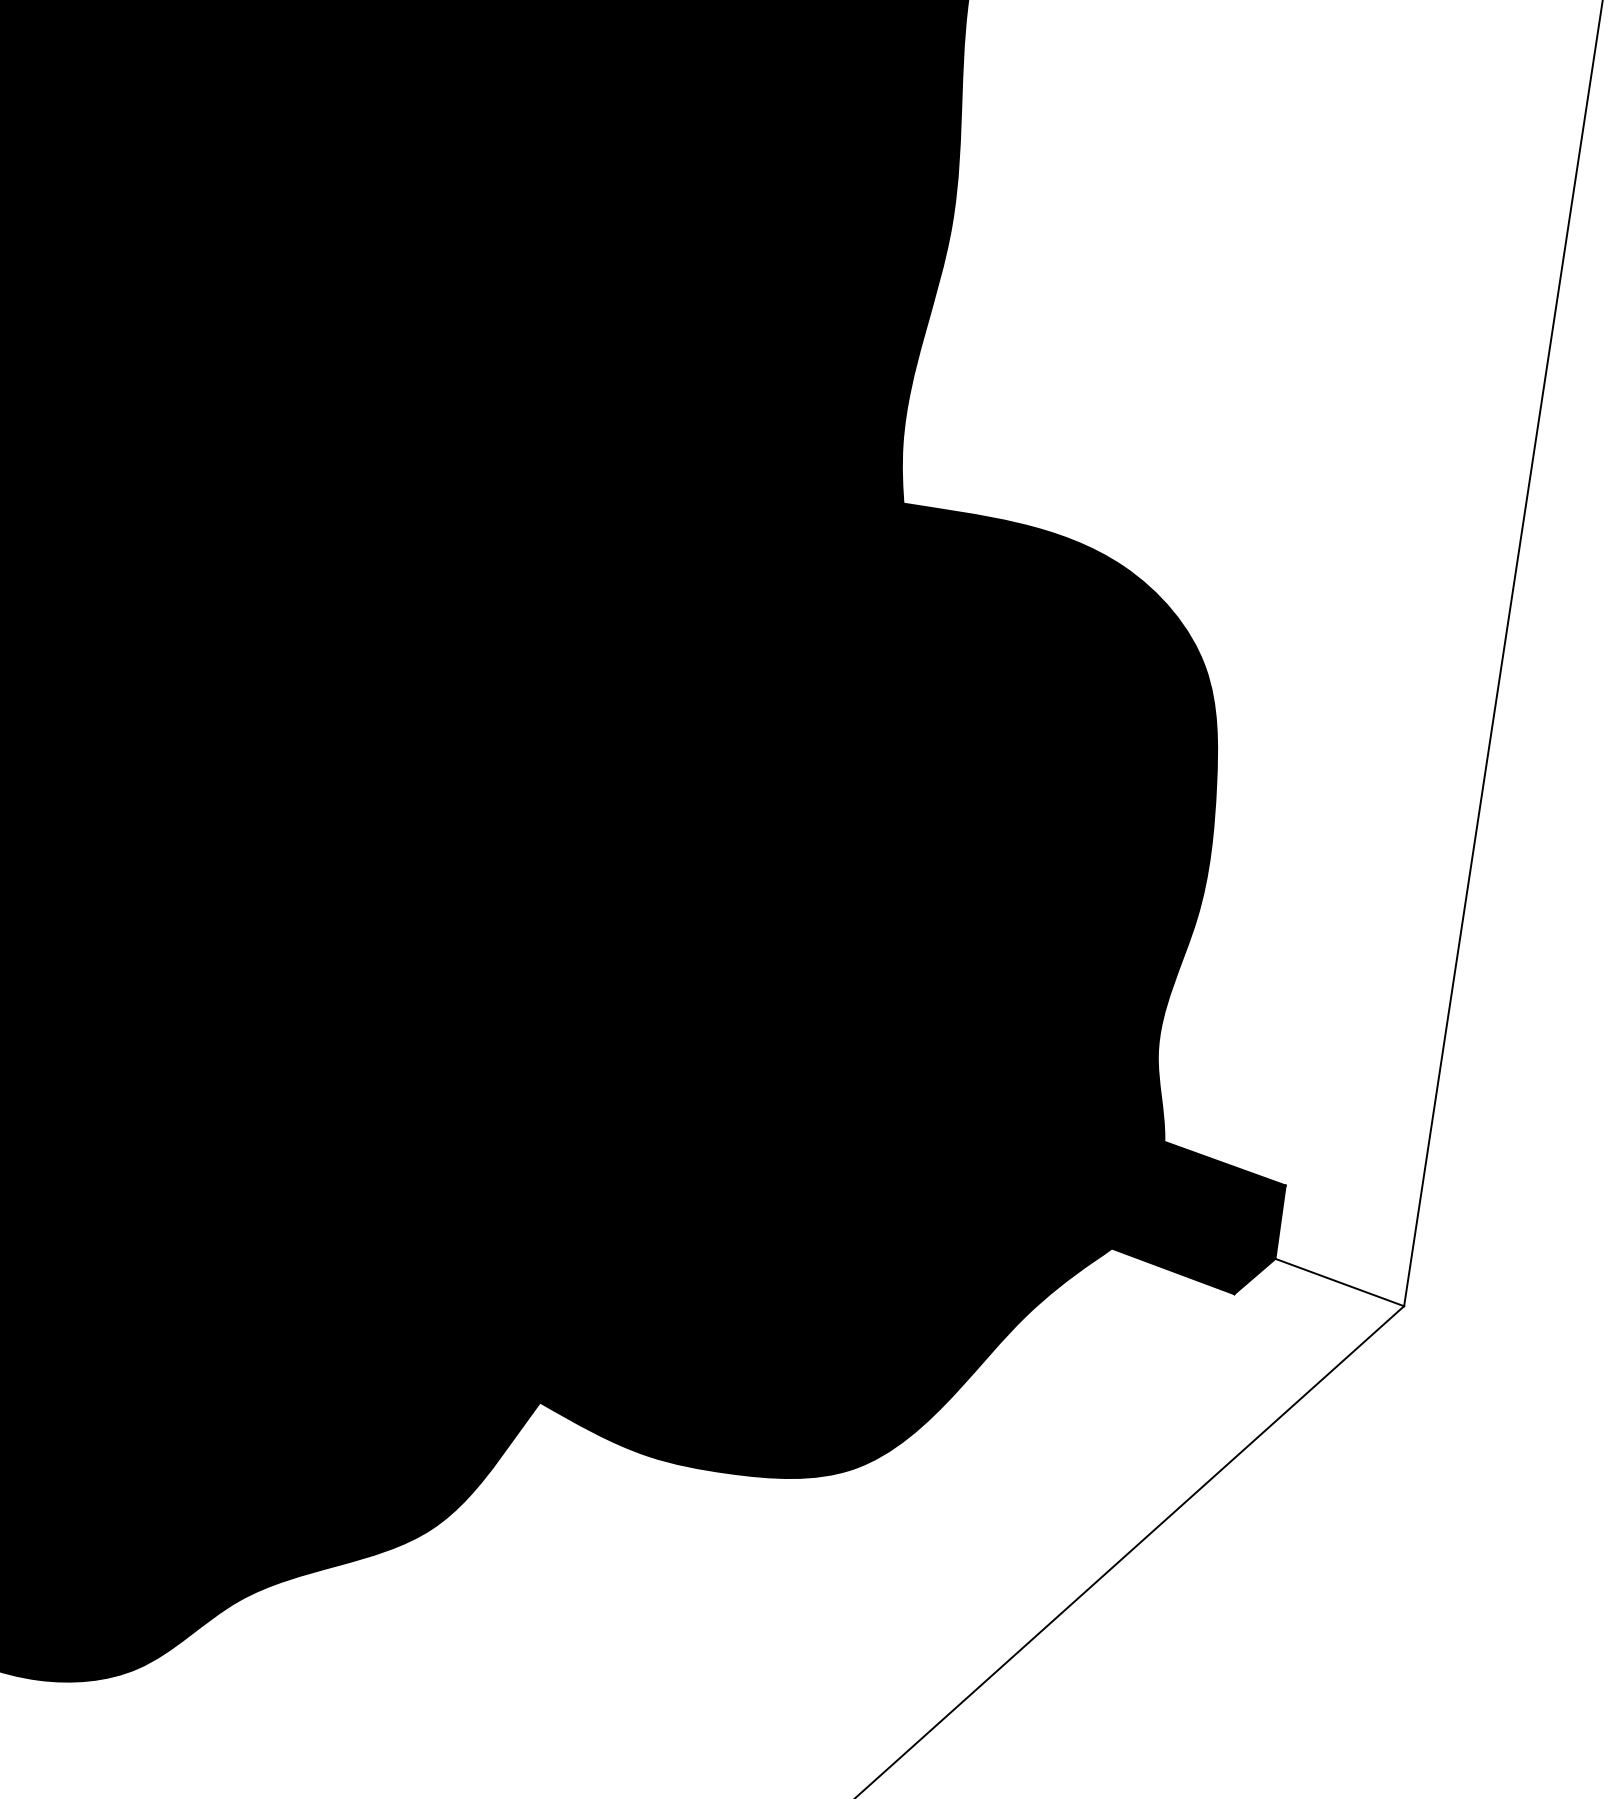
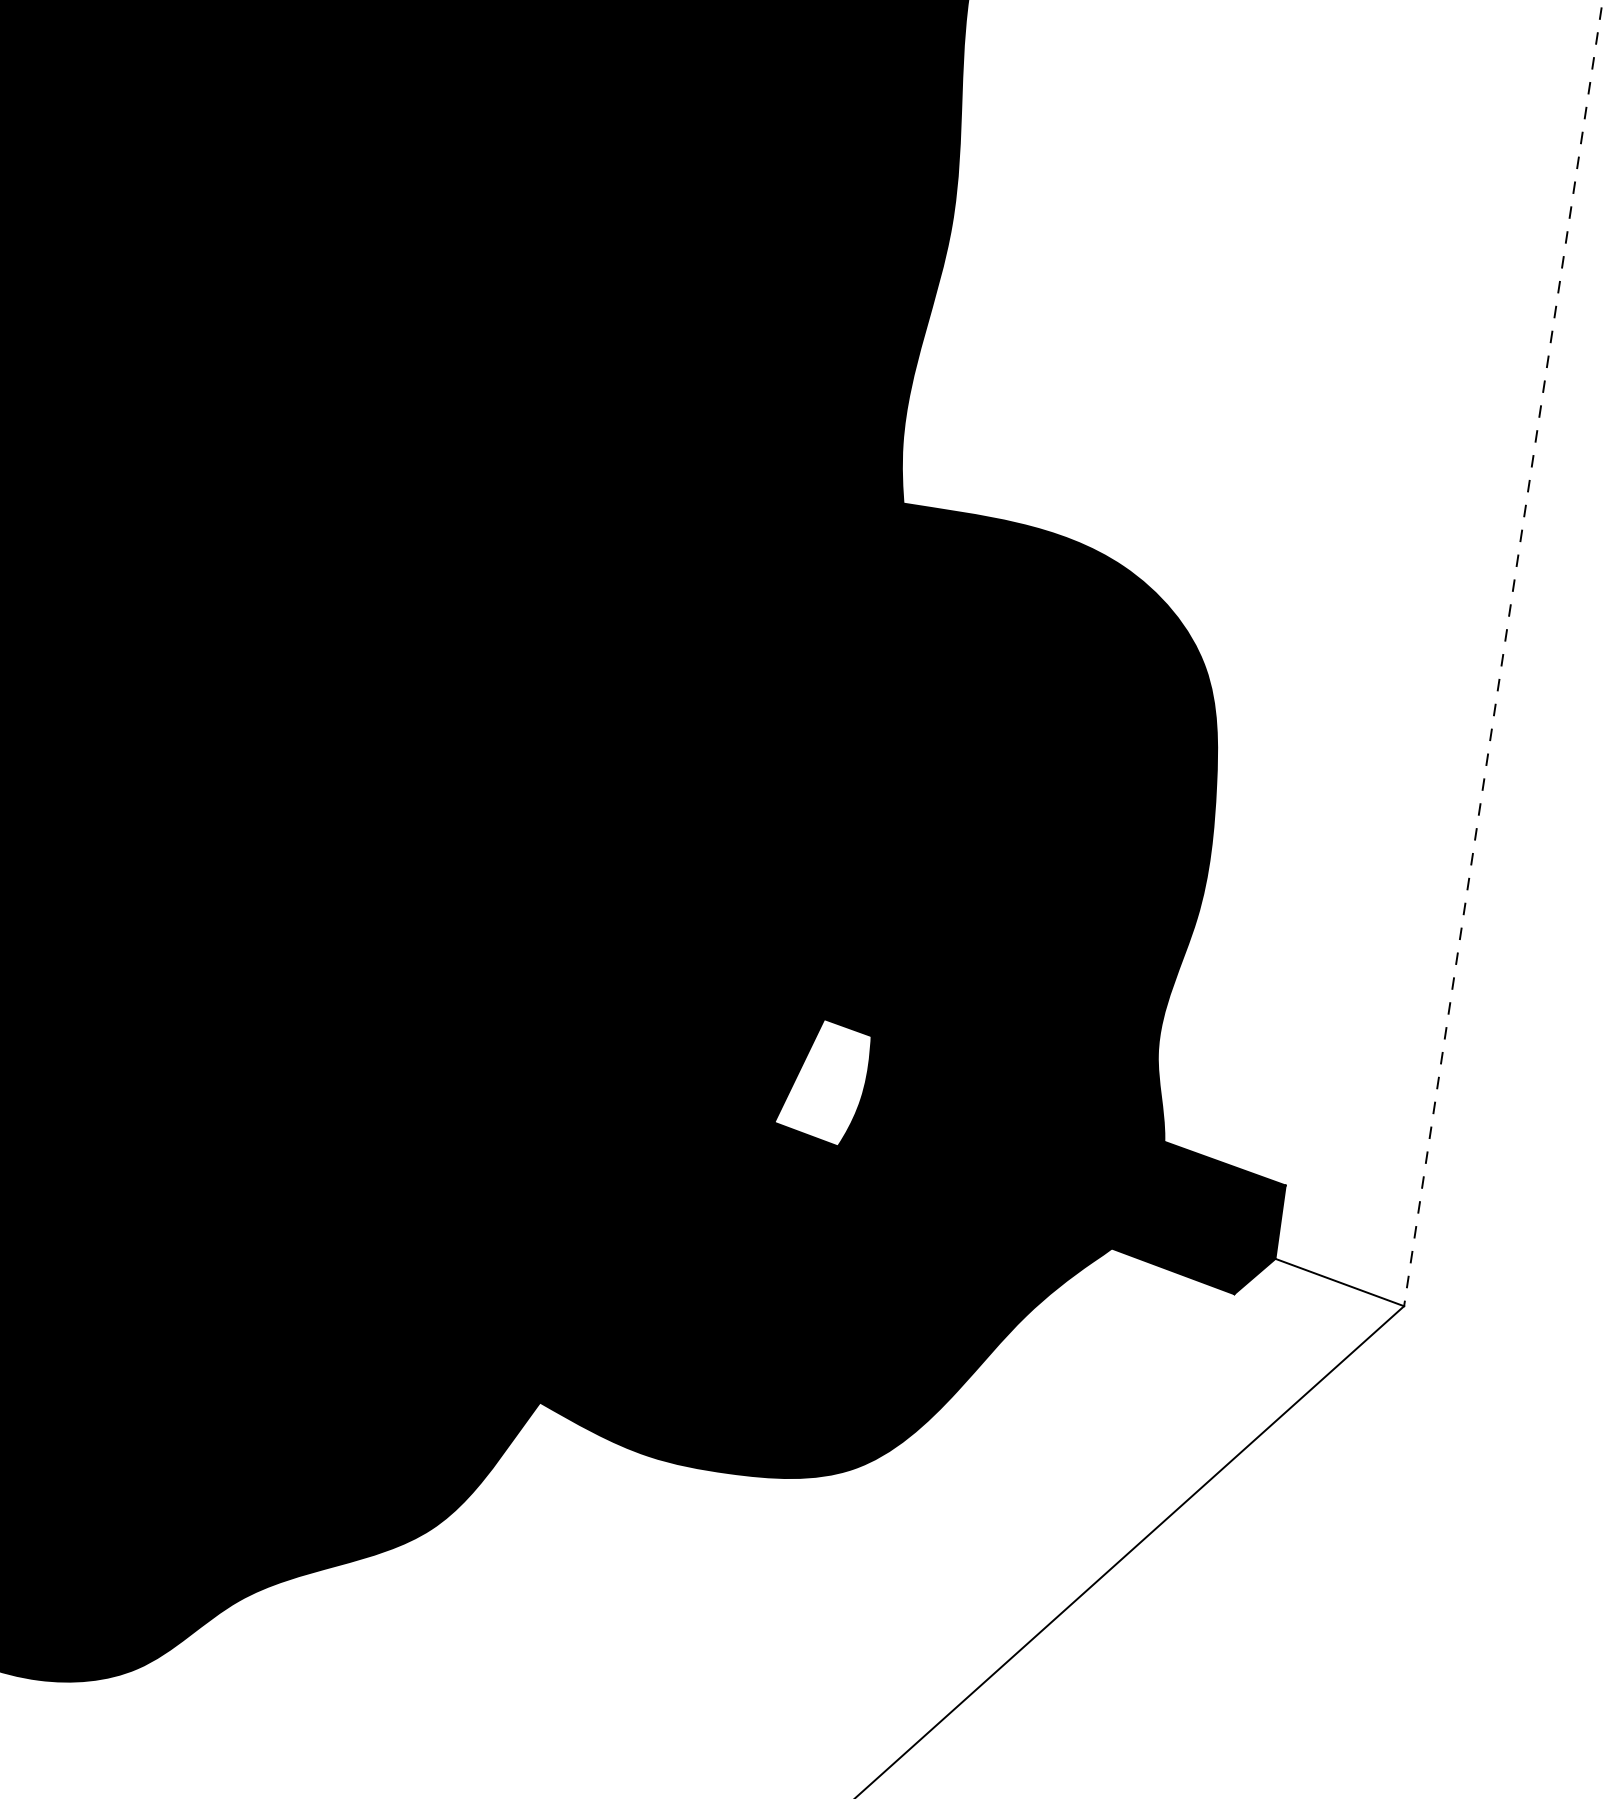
line at (1503, 653): solid -> dashed
fill at (822, 1082): present -> none
